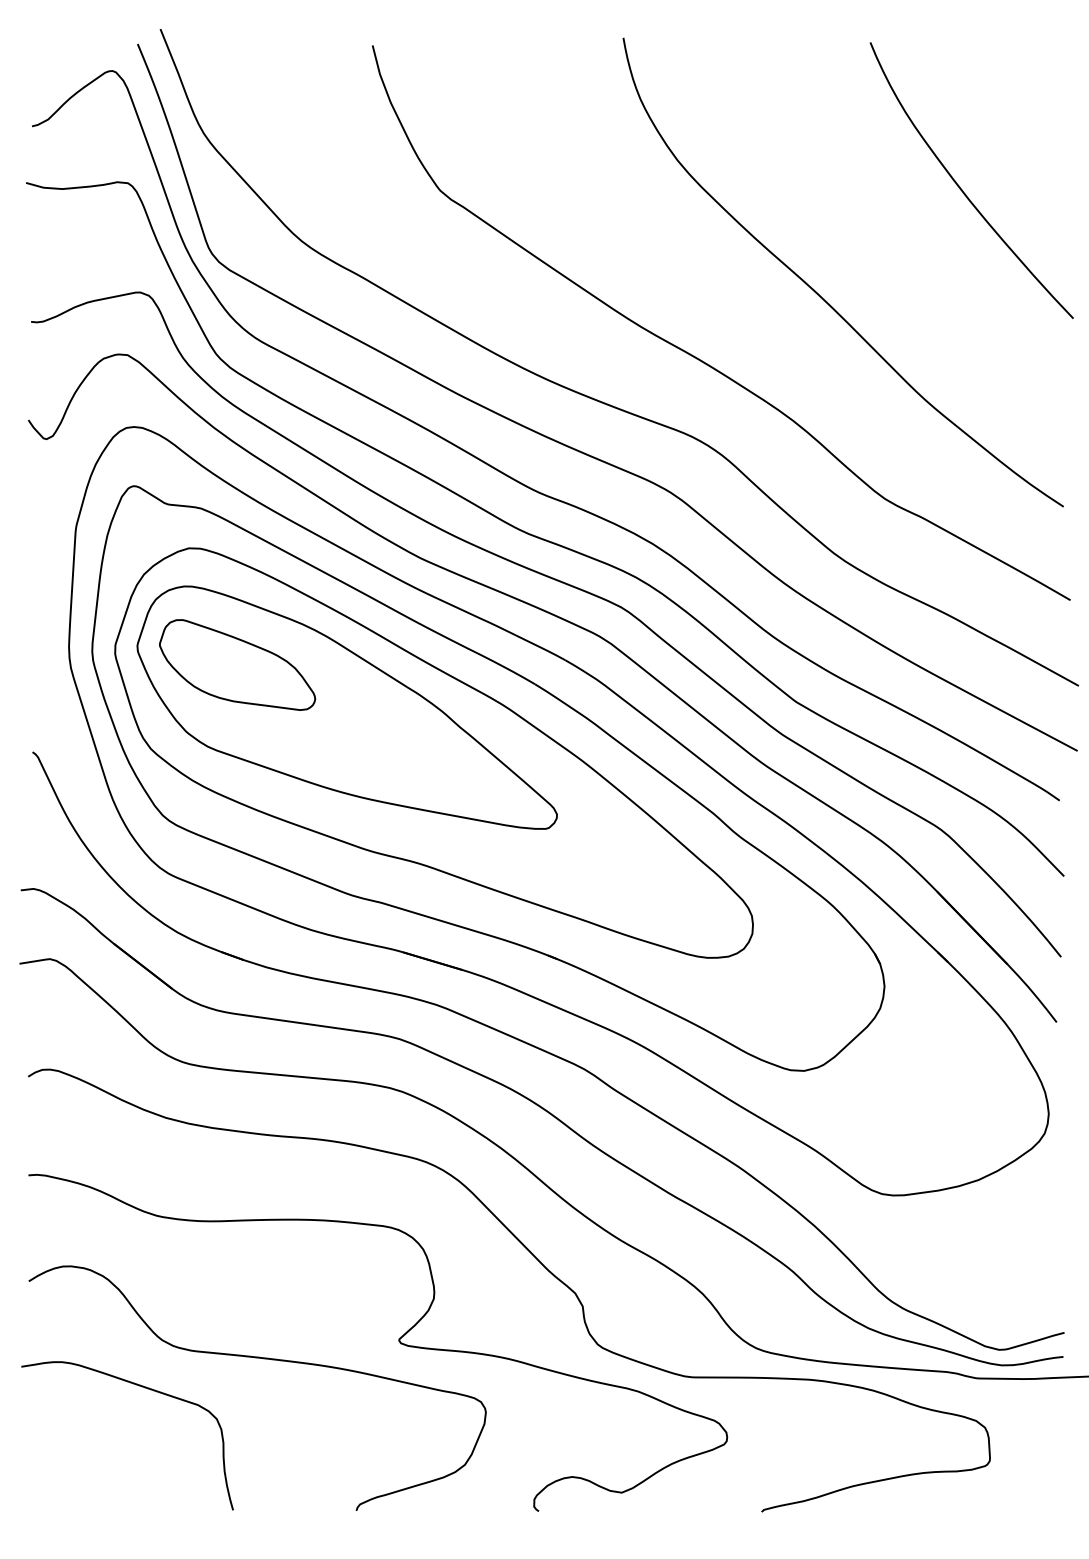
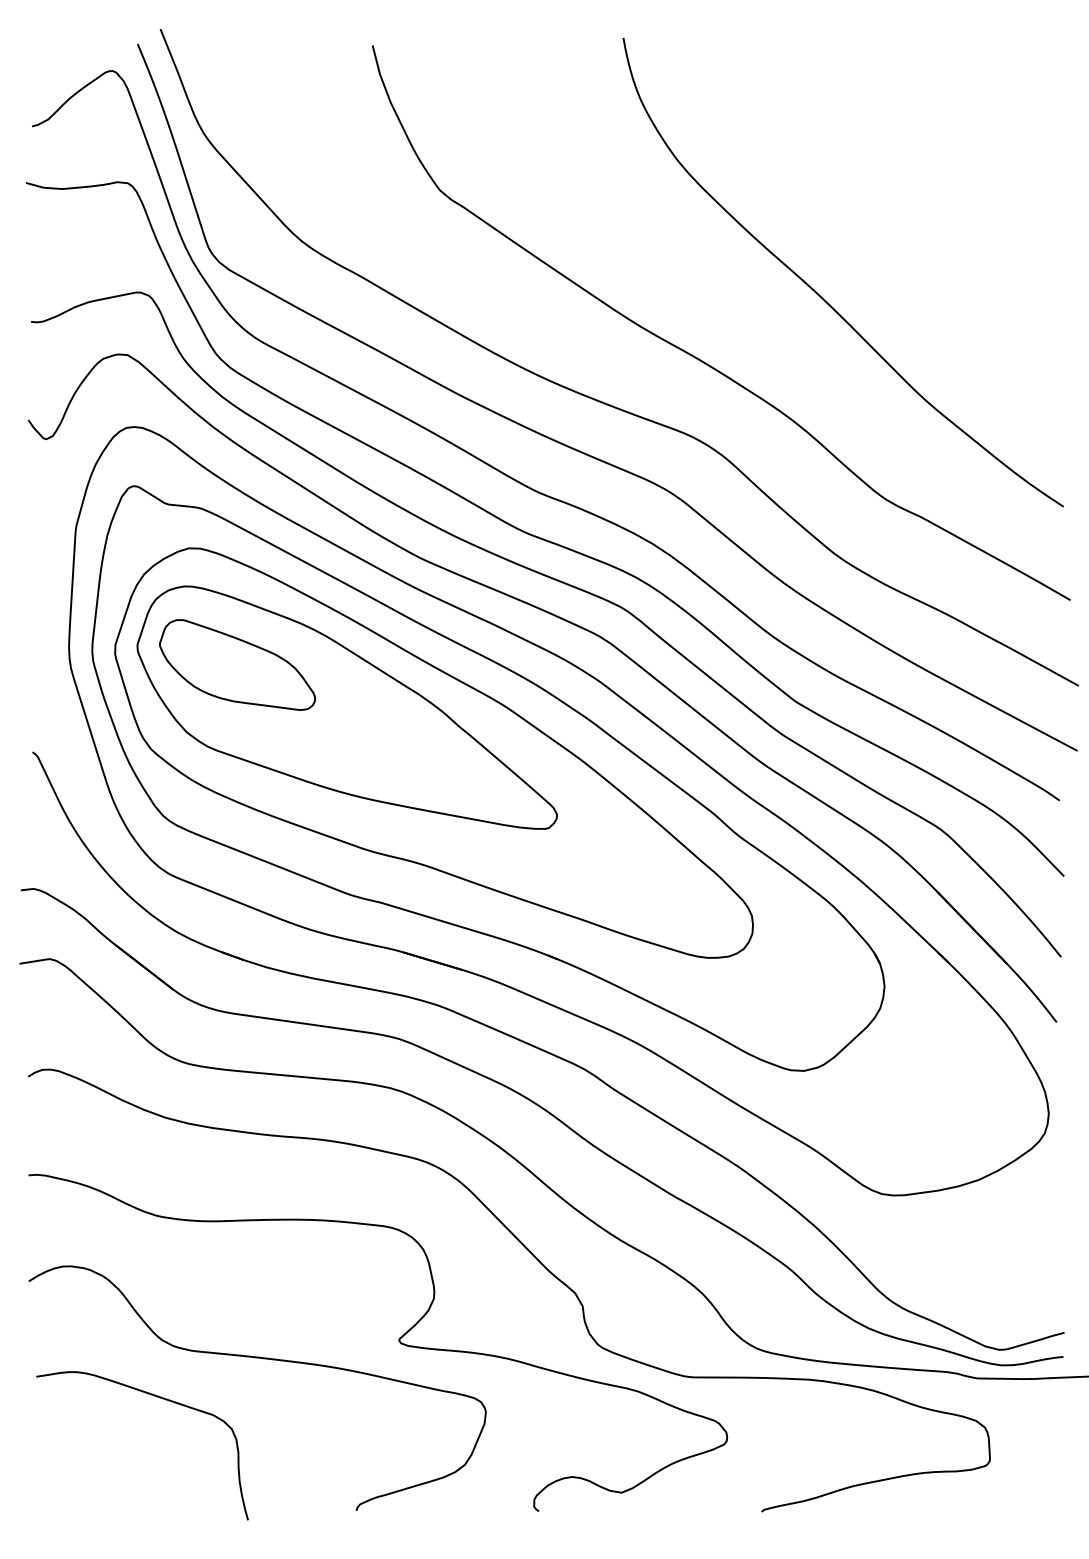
curve at (962, 189): present -> none
curve at (144, 1388) position: (144, 1388) -> (159, 1398)
